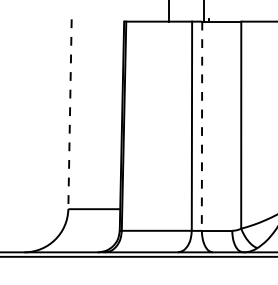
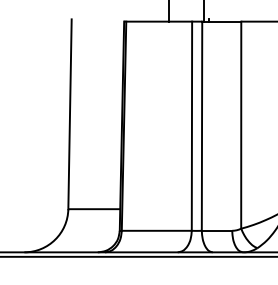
line at (70, 114): dashed -> solid
line at (202, 126): dashed -> solid
